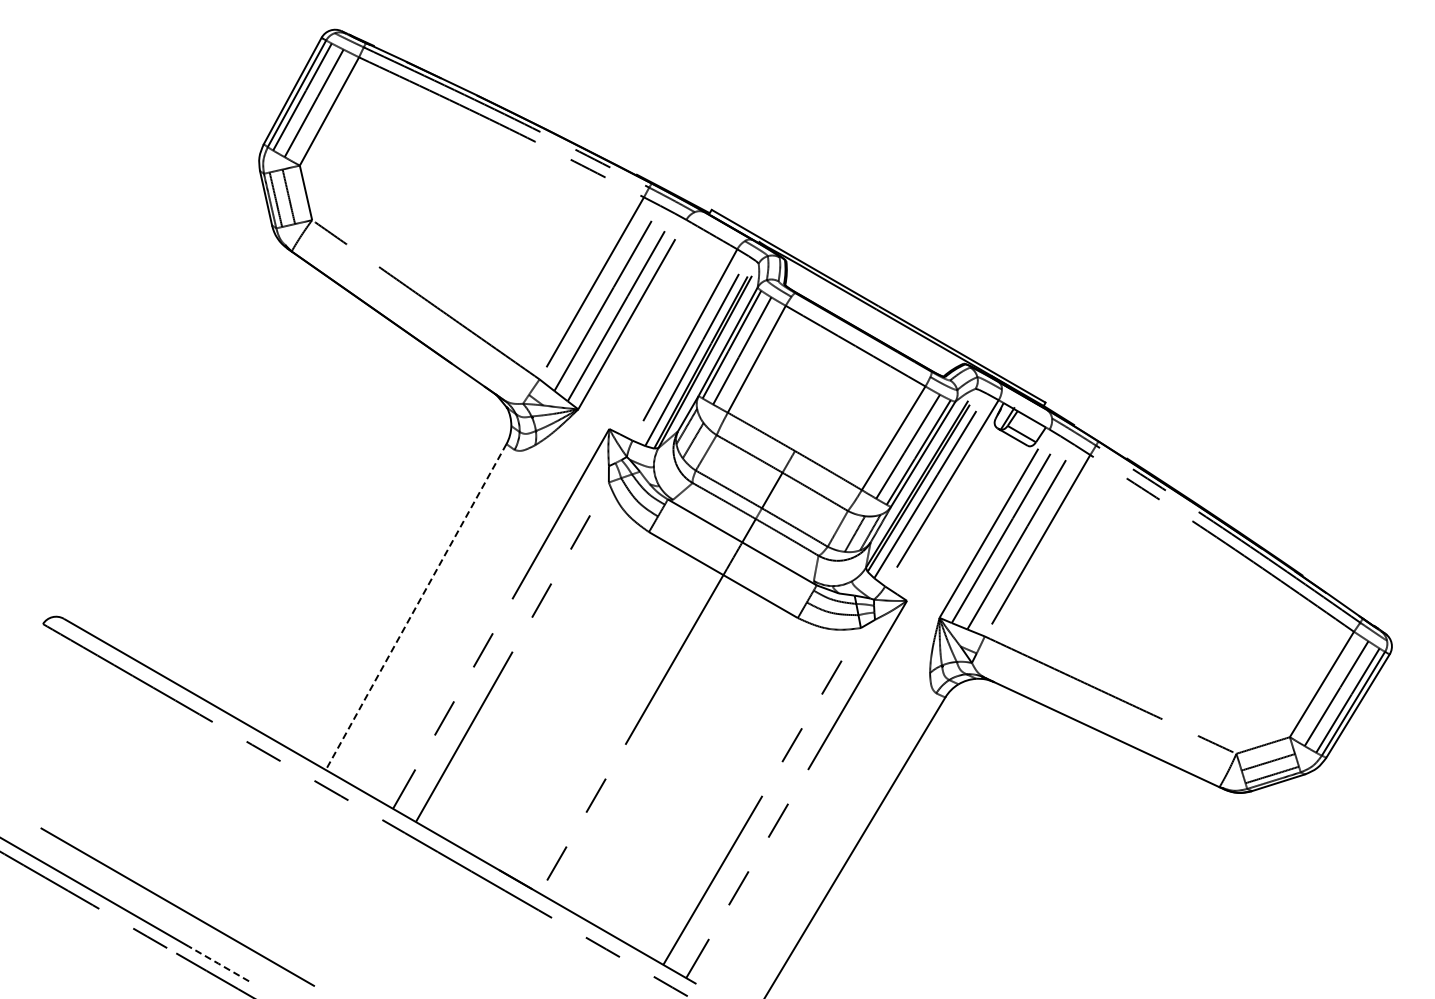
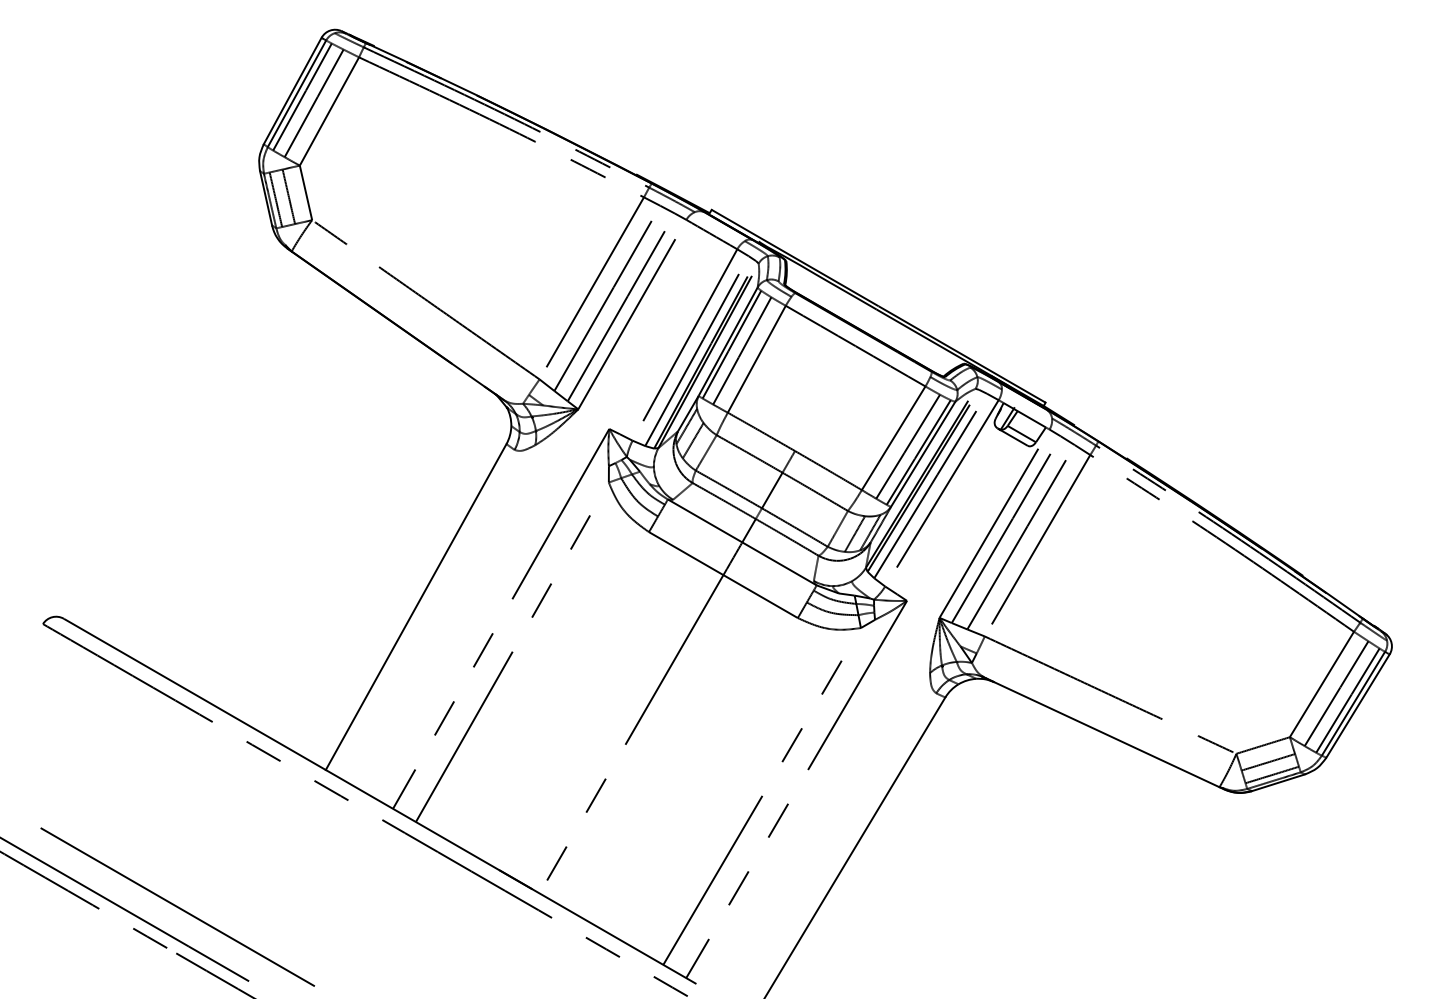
line at (415, 607): dashed -> solid
line at (218, 963): dashed -> solid
